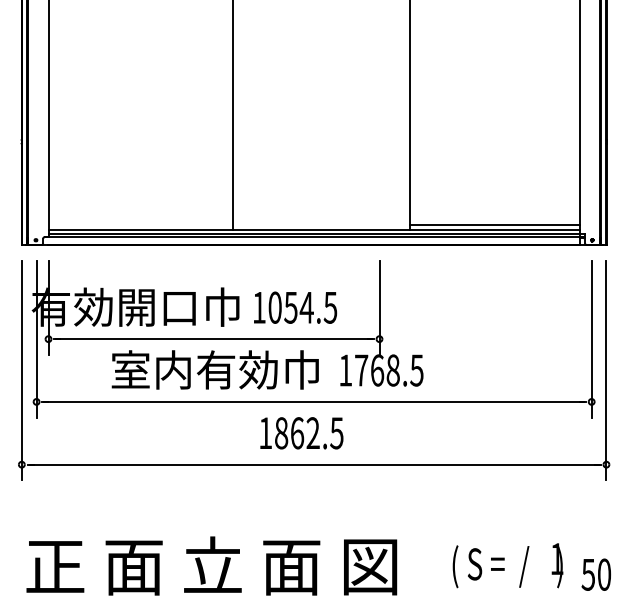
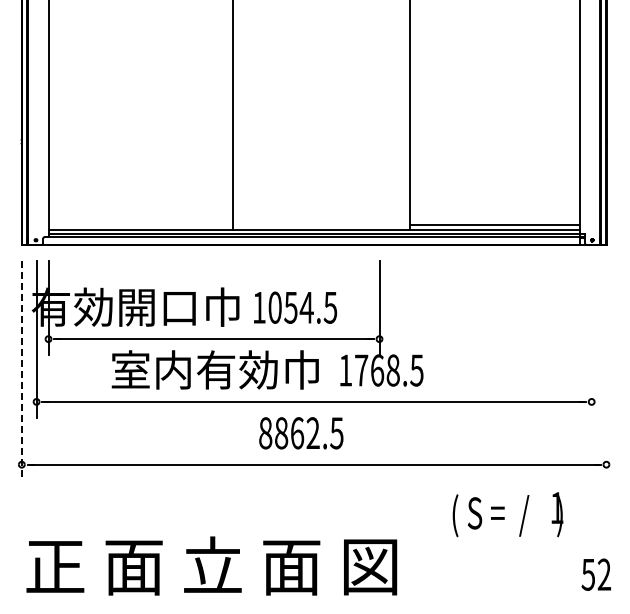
line at (591, 338): present -> none
line at (21, 370): solid -> dashed
line at (606, 370): present -> none
text at (265, 433): 1862.5 -> 8862.5
text at (507, 565) position: (507, 565) -> (507, 514)
text at (604, 574): 50 -> 52
